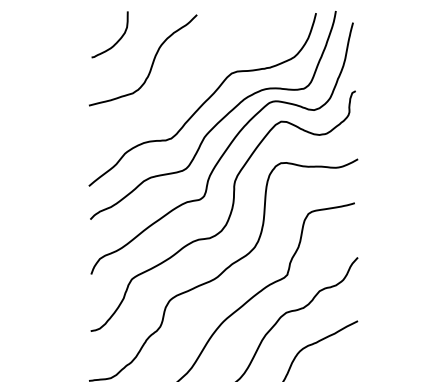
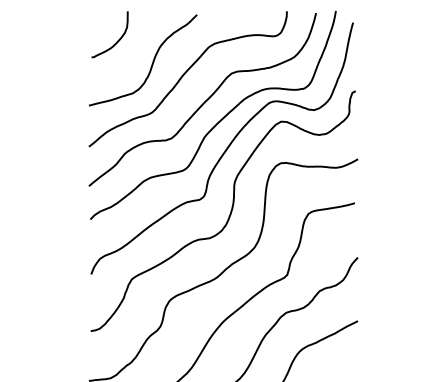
curve at (184, 75): none -> present
